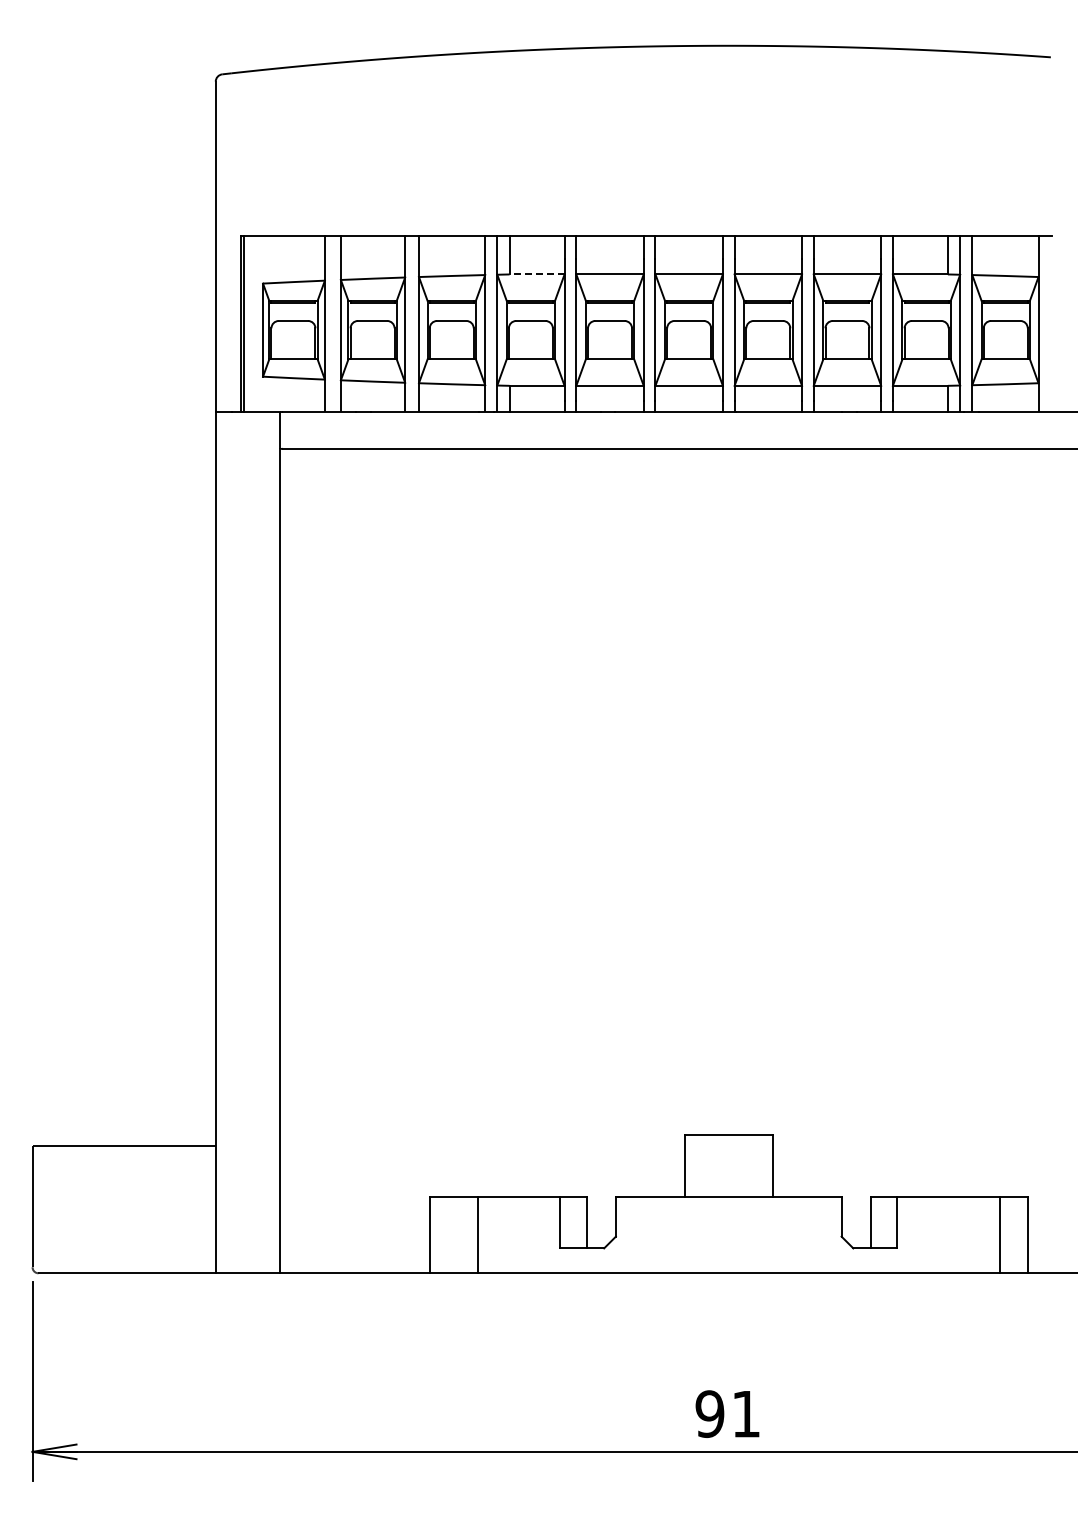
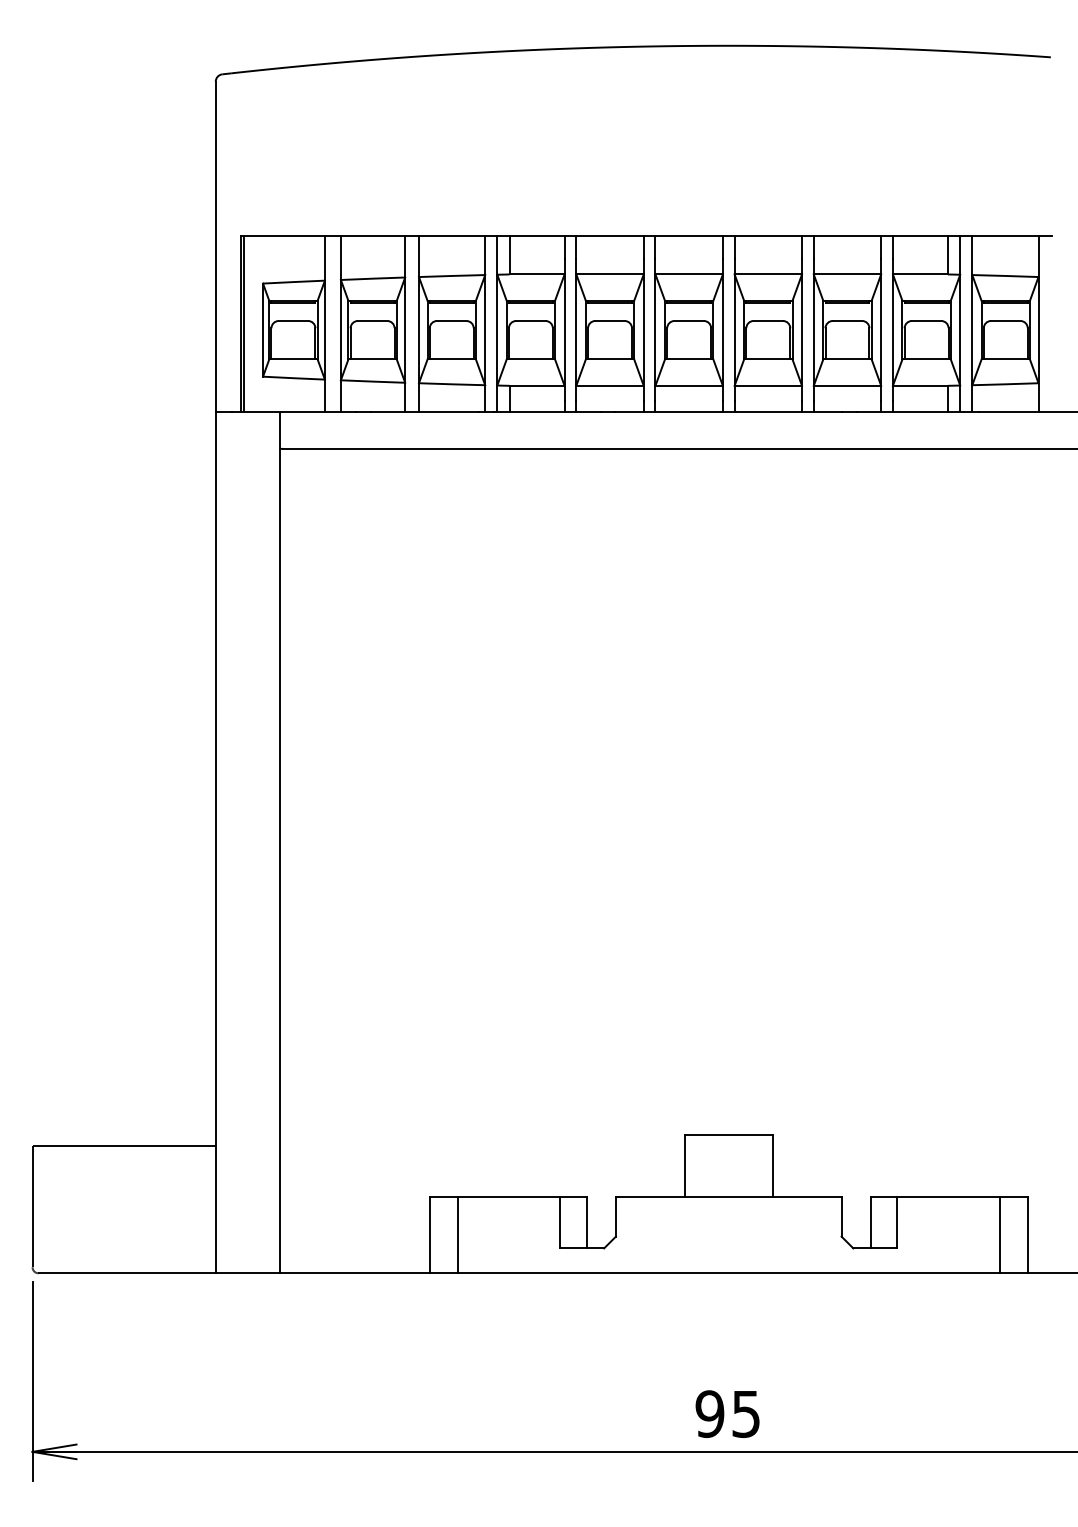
line at (537, 274): dashed -> solid
line at (477, 1235) position: (477, 1235) -> (457, 1235)
text at (745, 1414): 91 -> 95
